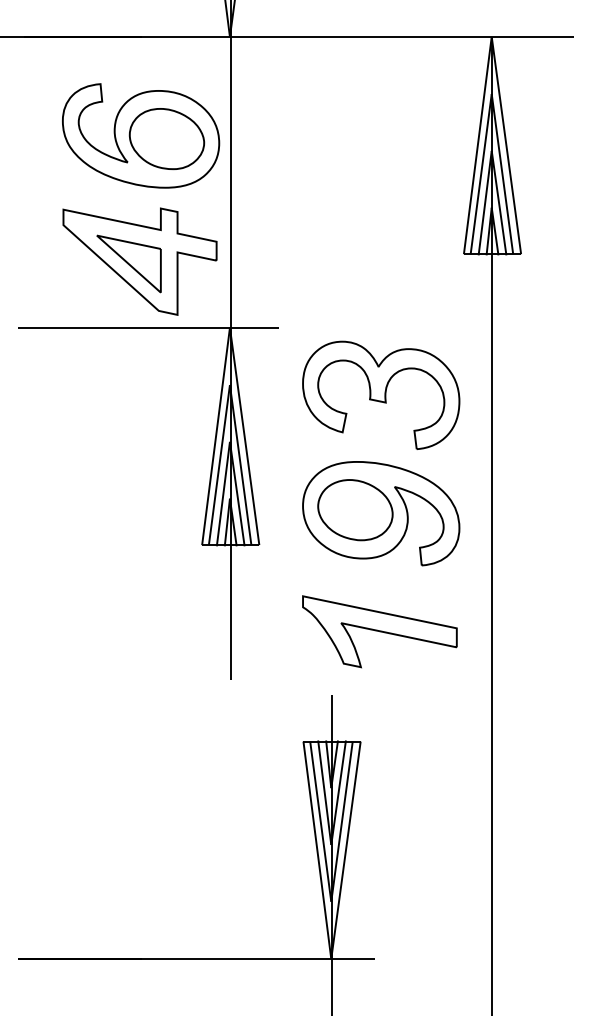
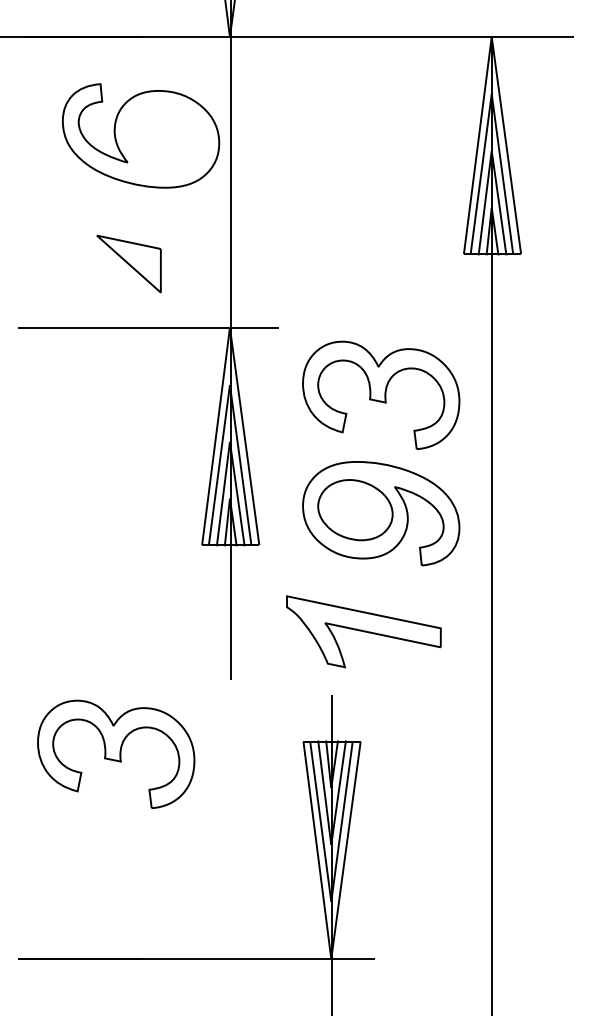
part at (166, 139): present -> none
part at (139, 261): present -> none
part at (379, 631) position: (379, 631) -> (363, 631)
part at (116, 753): none -> present
